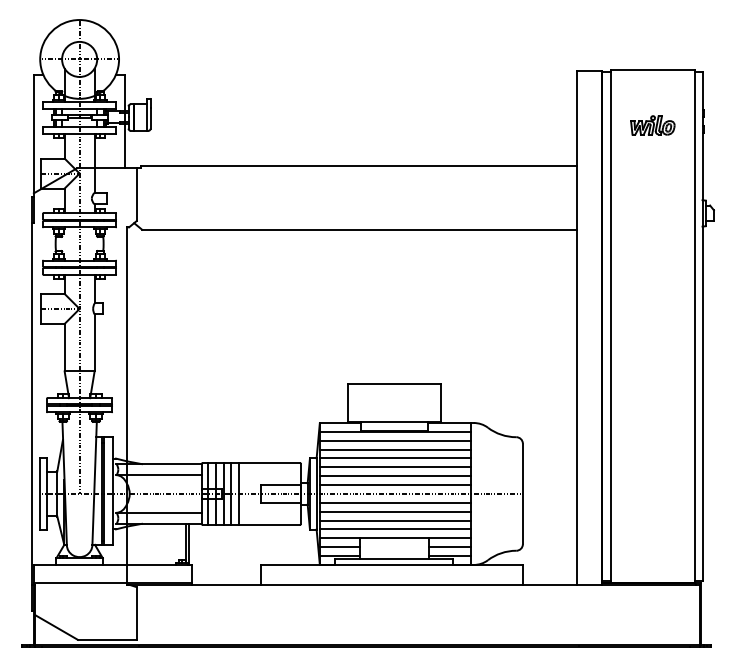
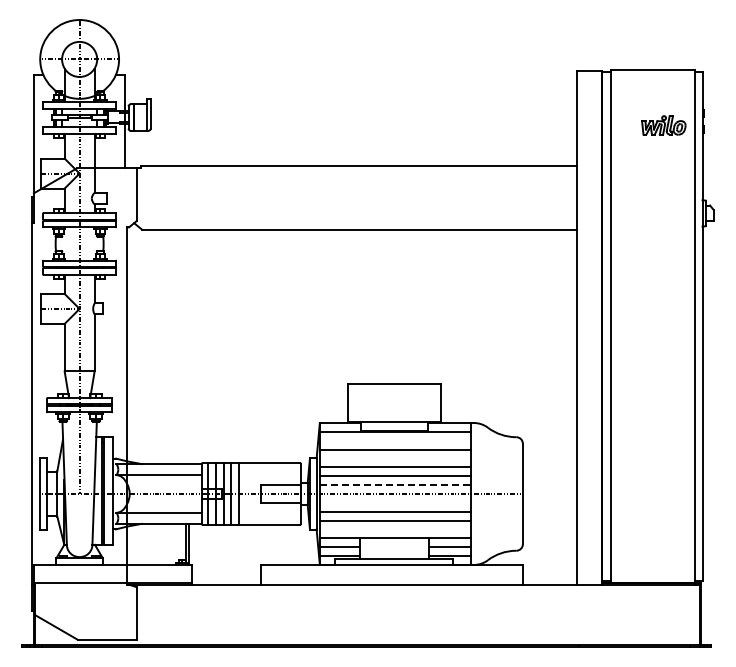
part at (652, 125) position: (652, 125) -> (663, 125)
line at (394, 440): present -> none
line at (394, 458): present -> none
line at (395, 485): solid -> dashed
line at (394, 502): present -> none
line at (394, 529): present -> none
